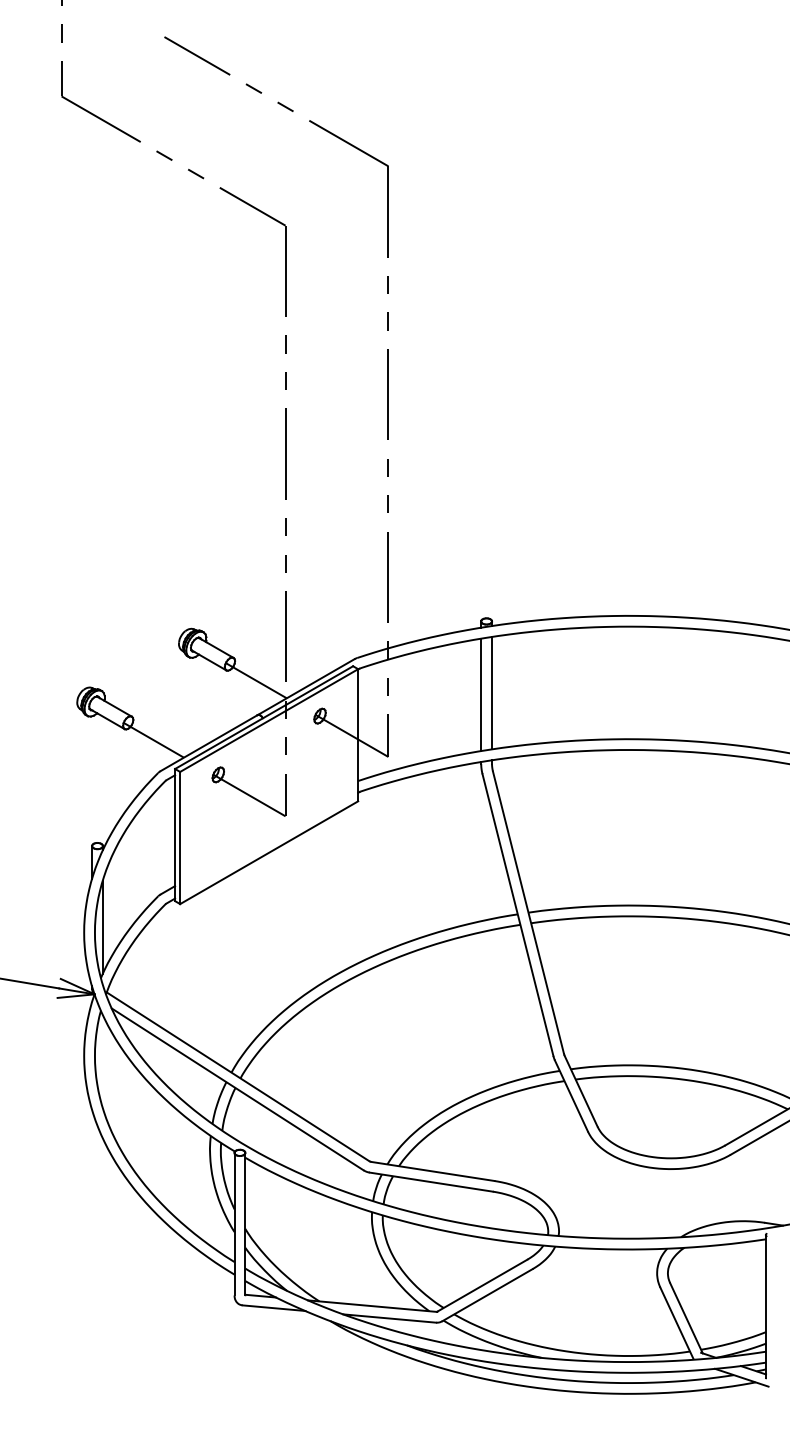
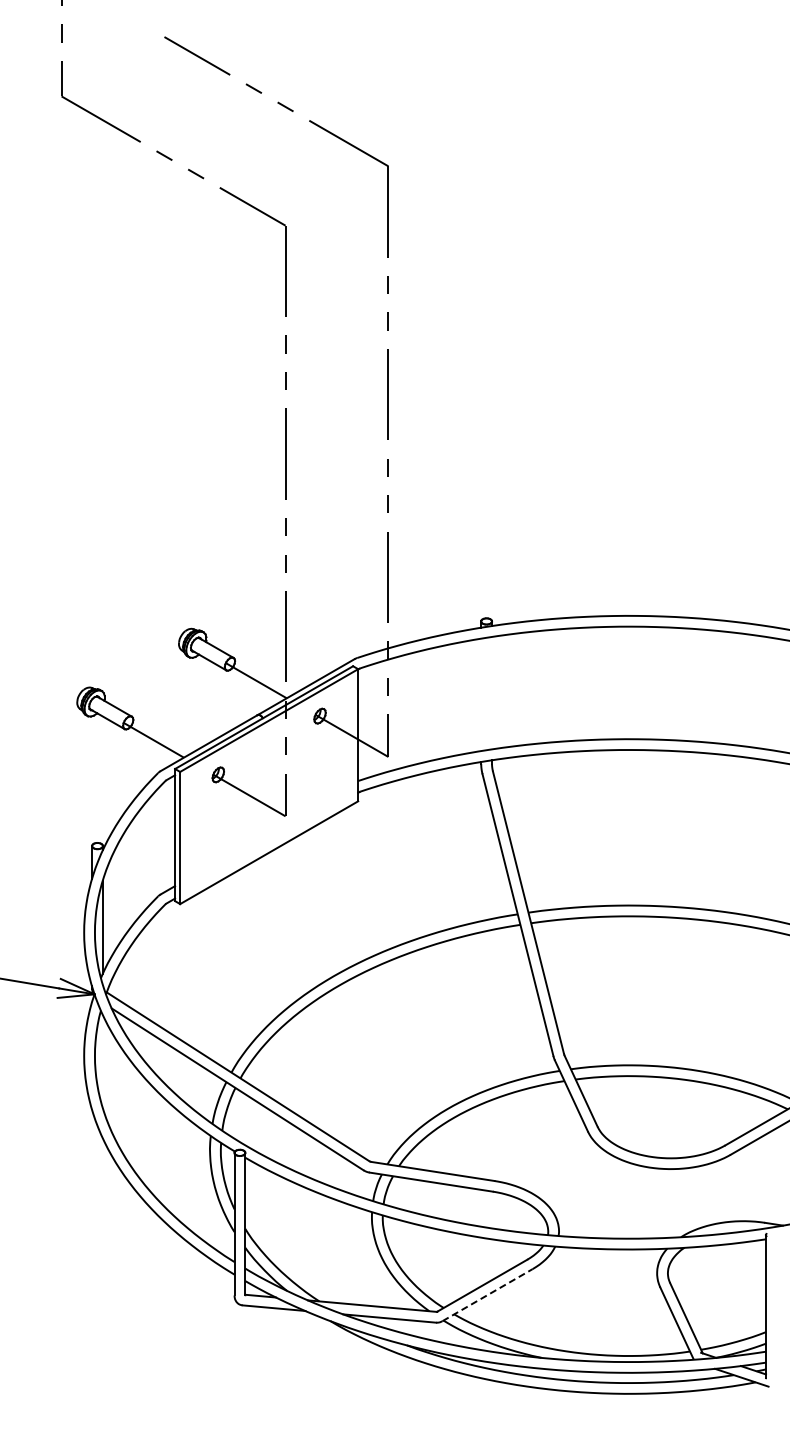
line at (492, 693): present -> none
line at (481, 694): present -> none
line at (487, 1295): solid -> dashed
